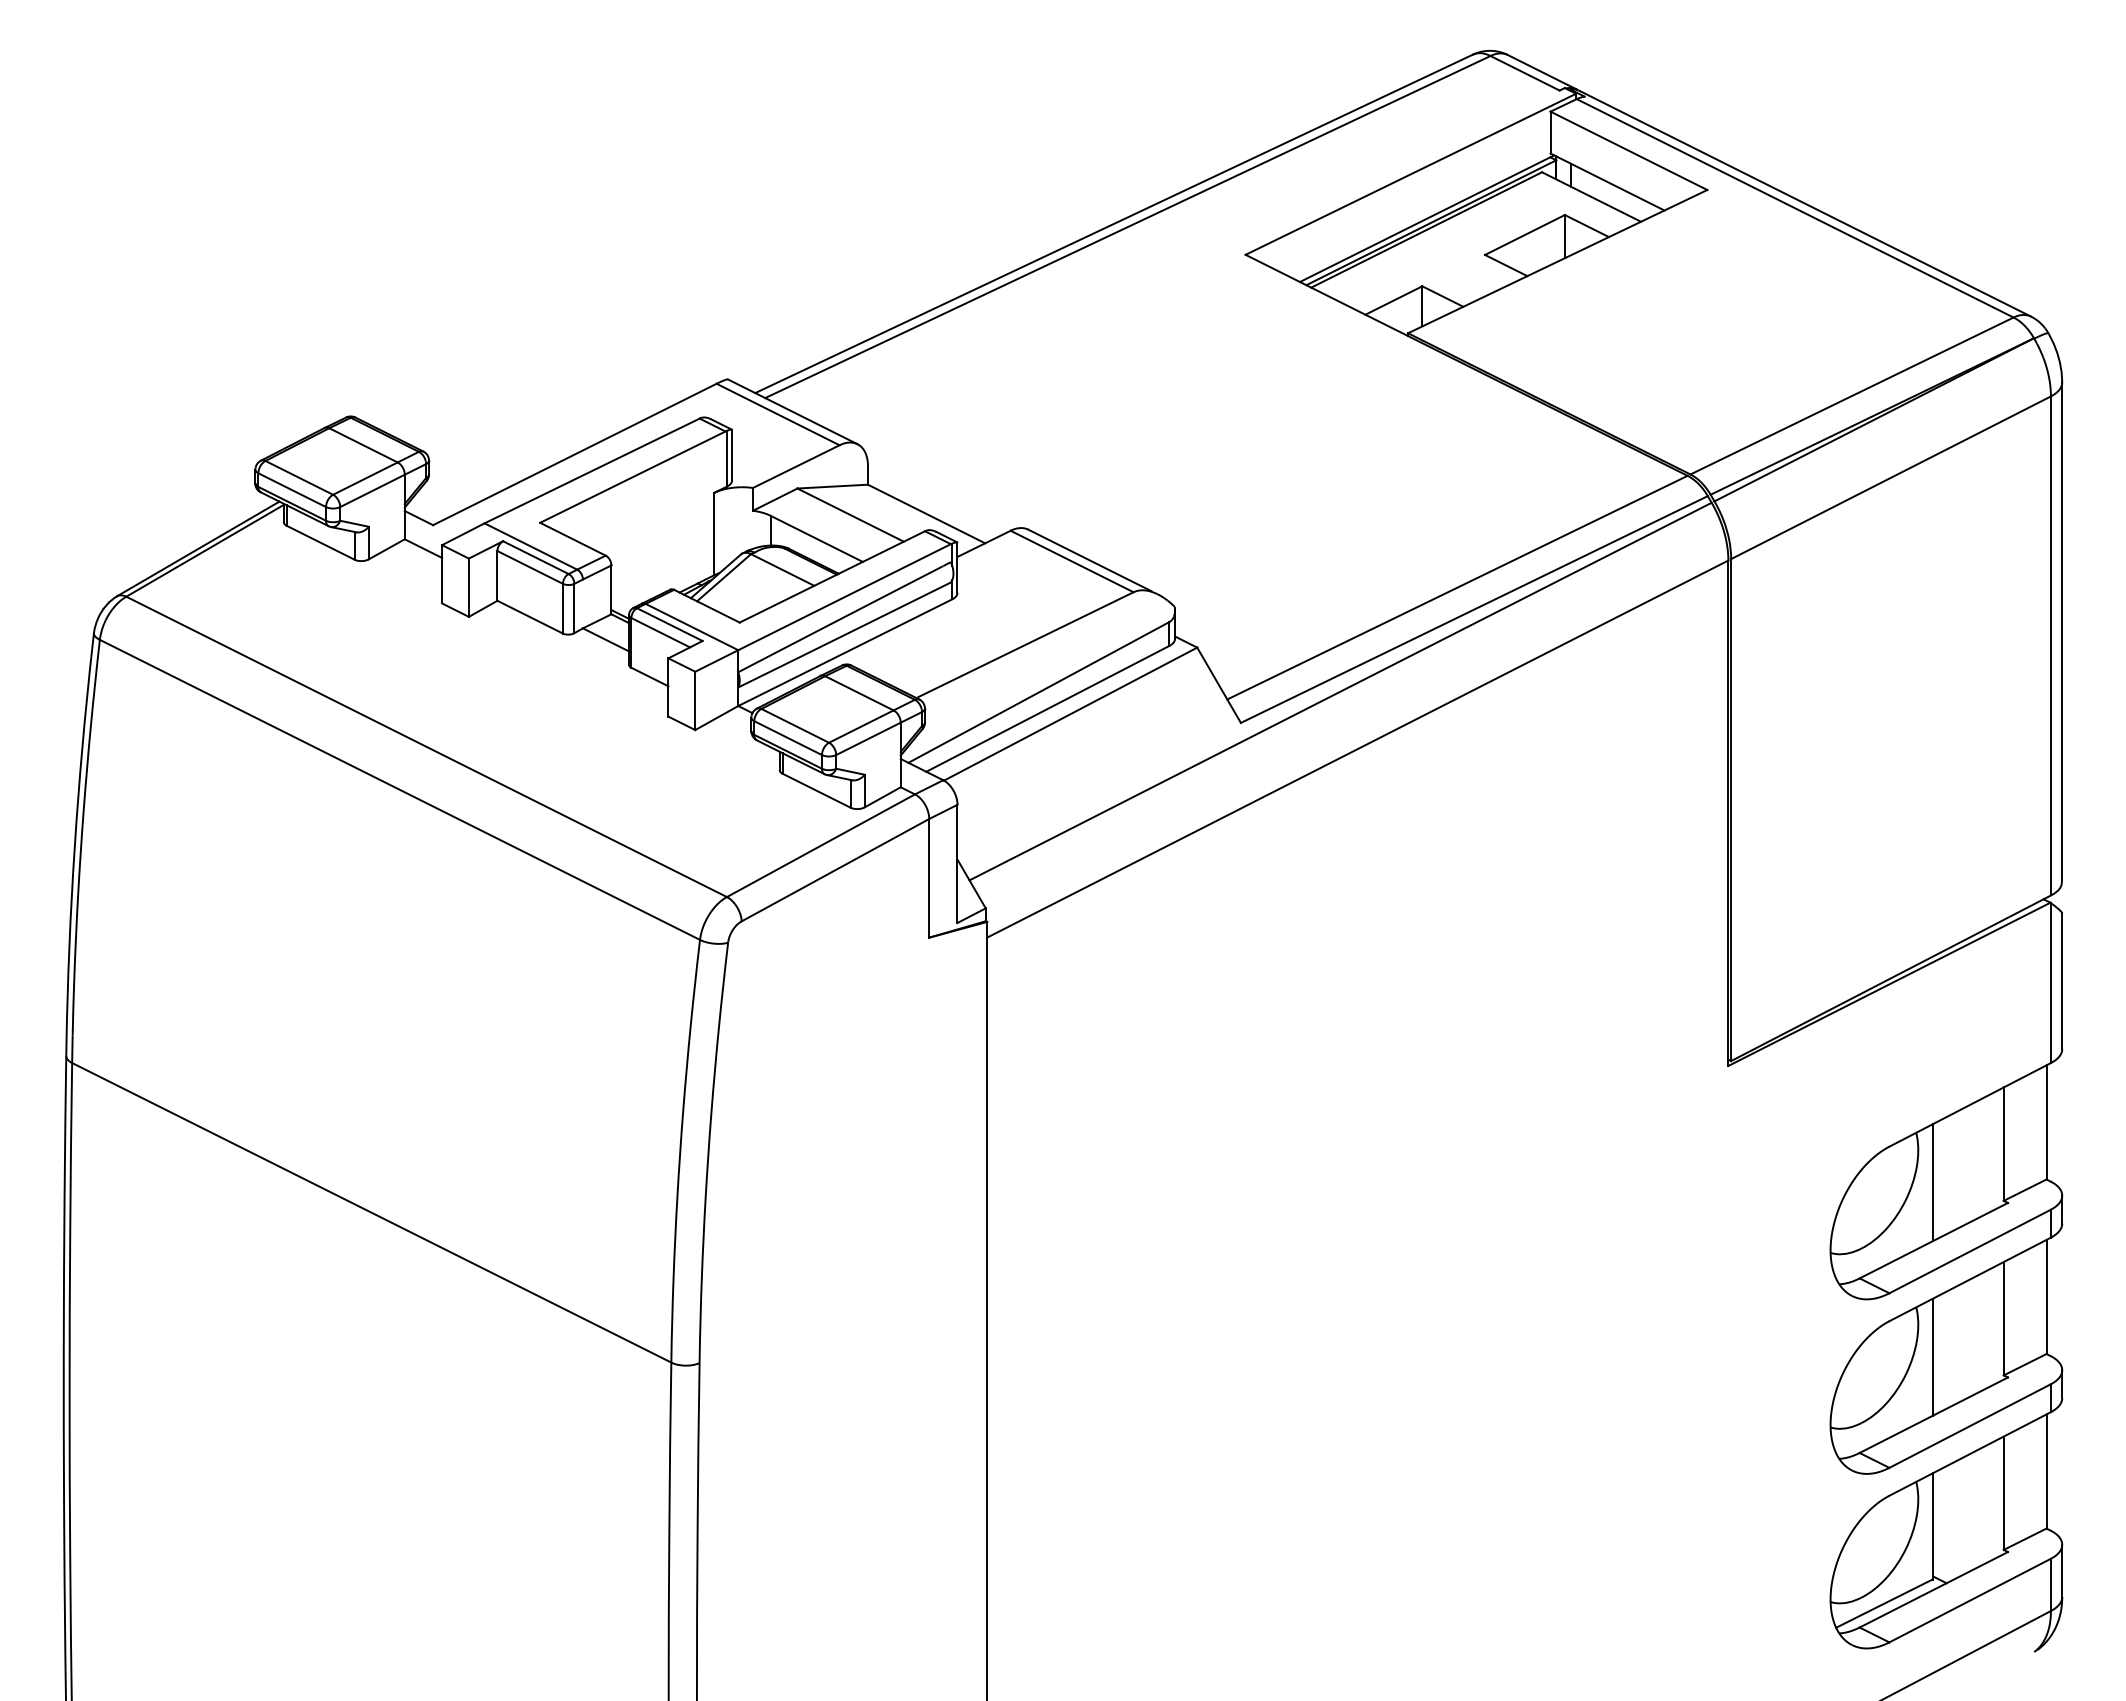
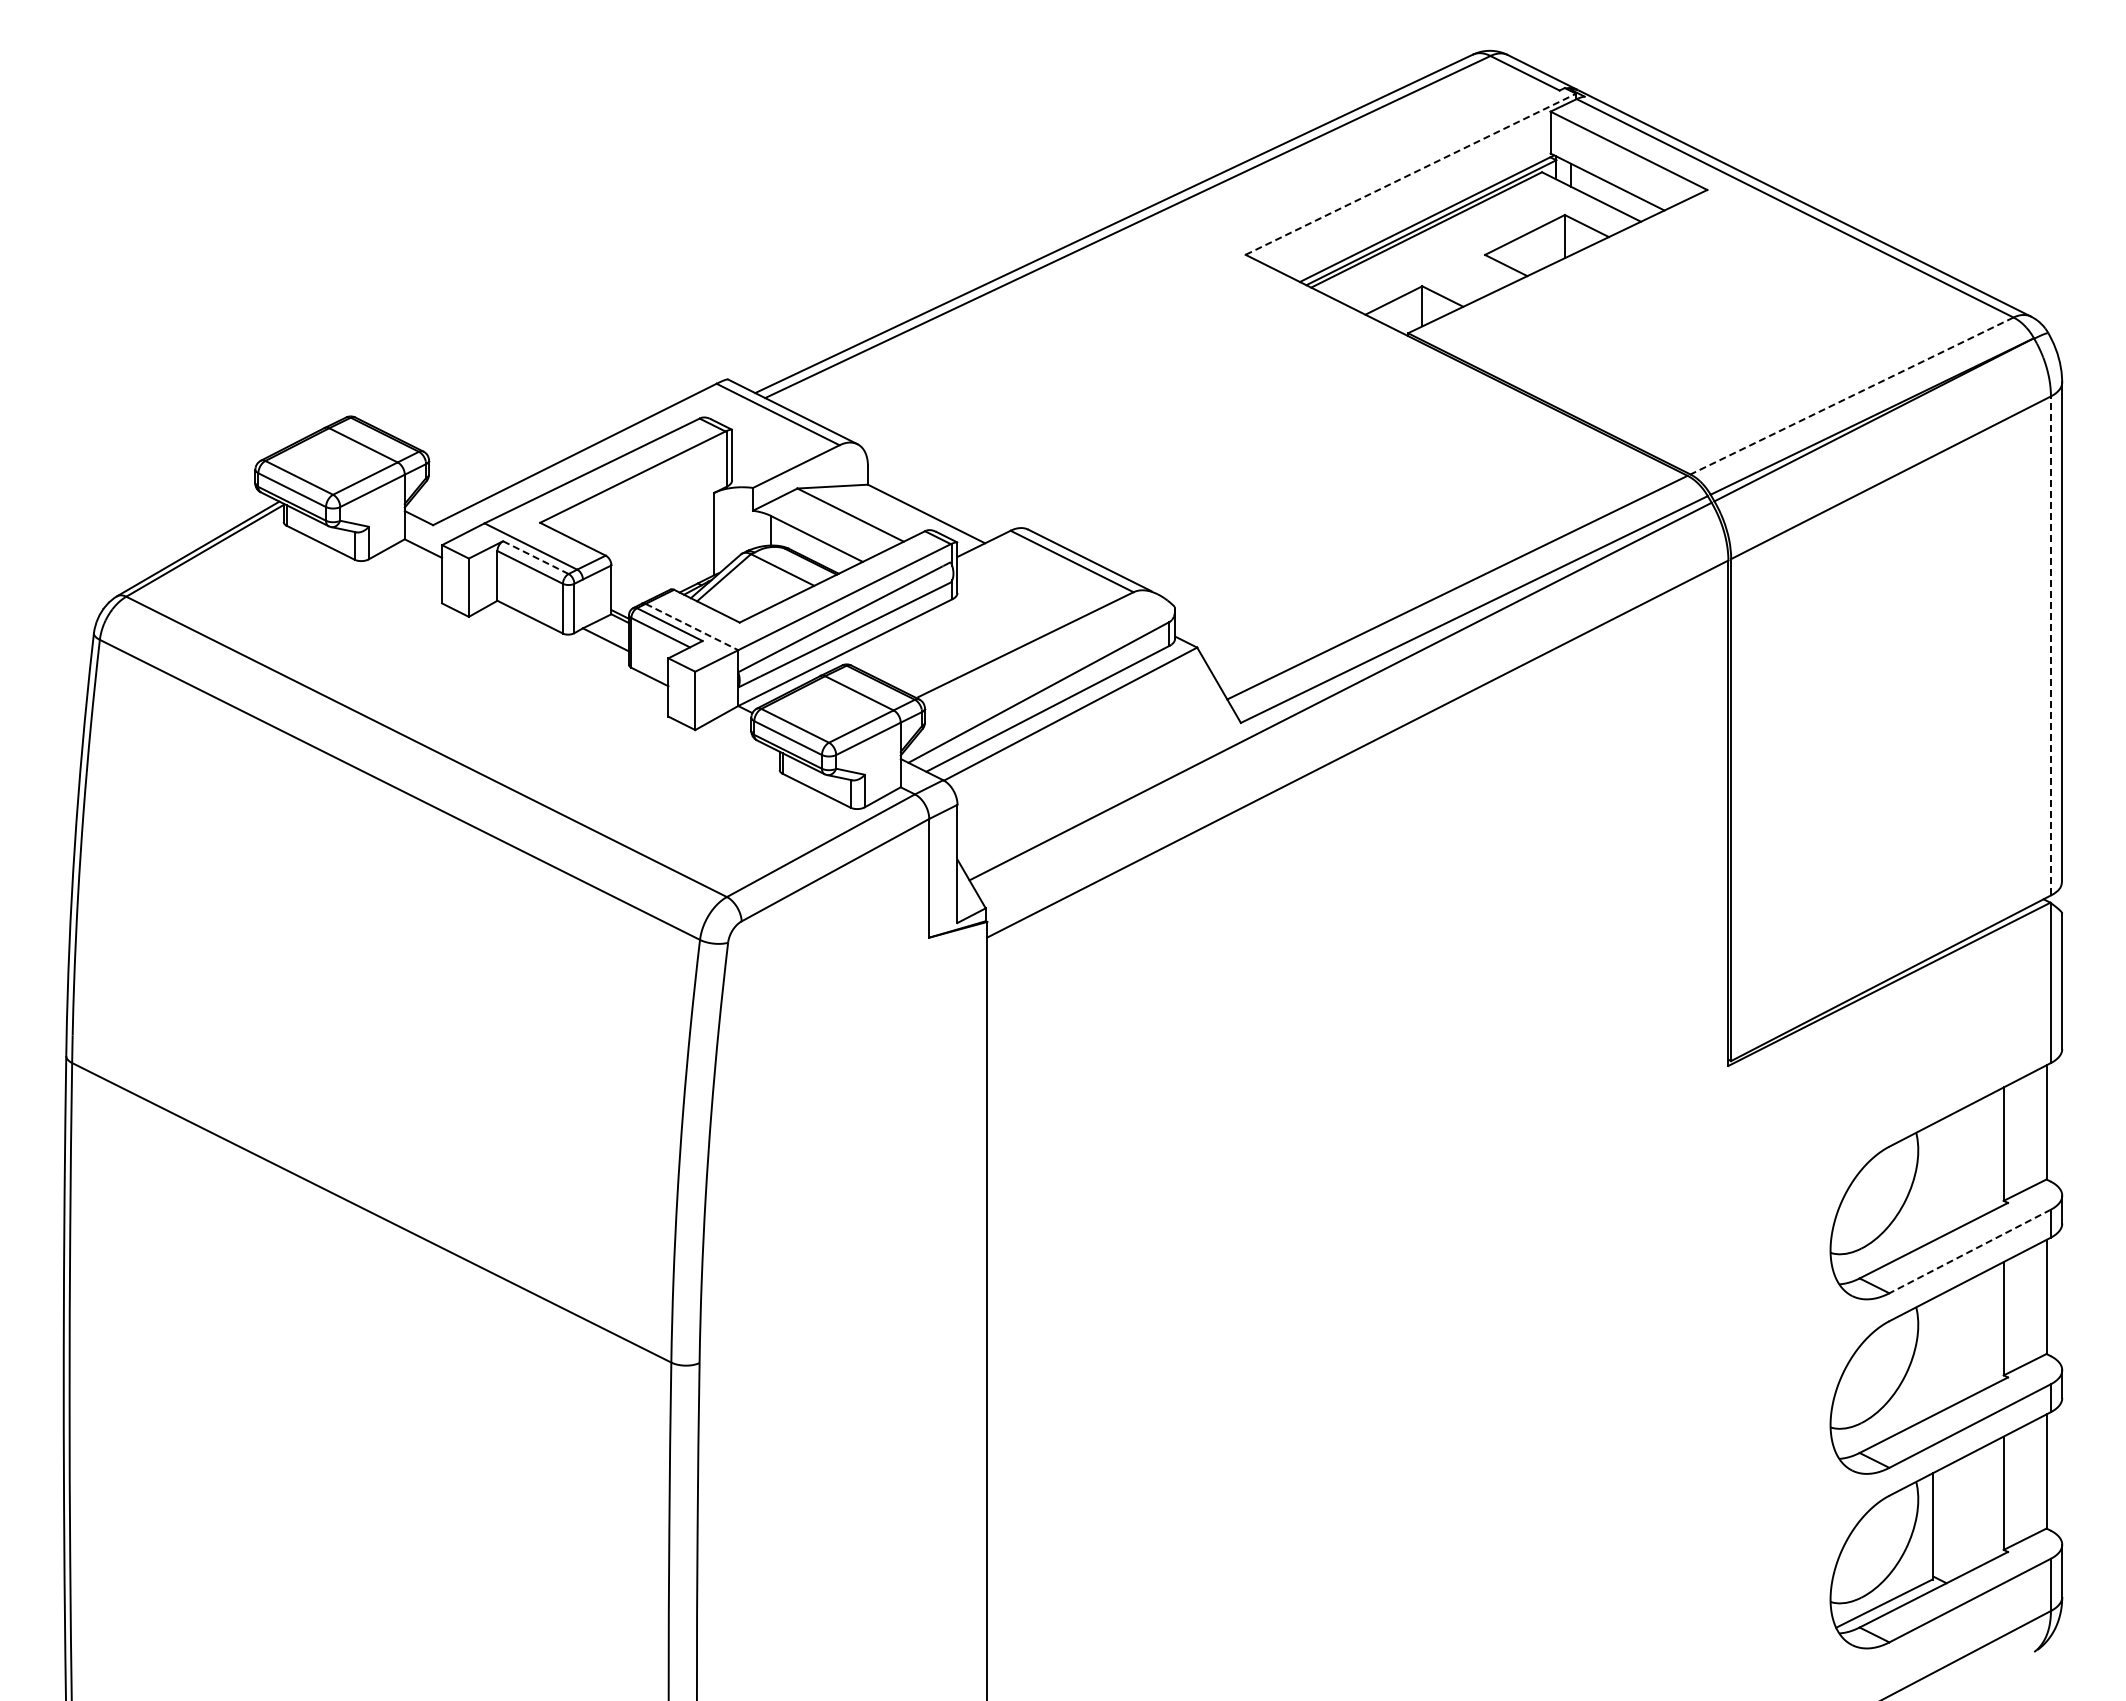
line at (1410, 174): solid -> dashed
line at (1852, 396): solid -> dashed
line at (535, 557): solid -> dashed
line at (691, 627): solid -> dashed
line at (2050, 645): solid -> dashed
line at (1932, 1182): present -> none
line at (1970, 1251): solid -> dashed
line at (1932, 1356): present -> none
